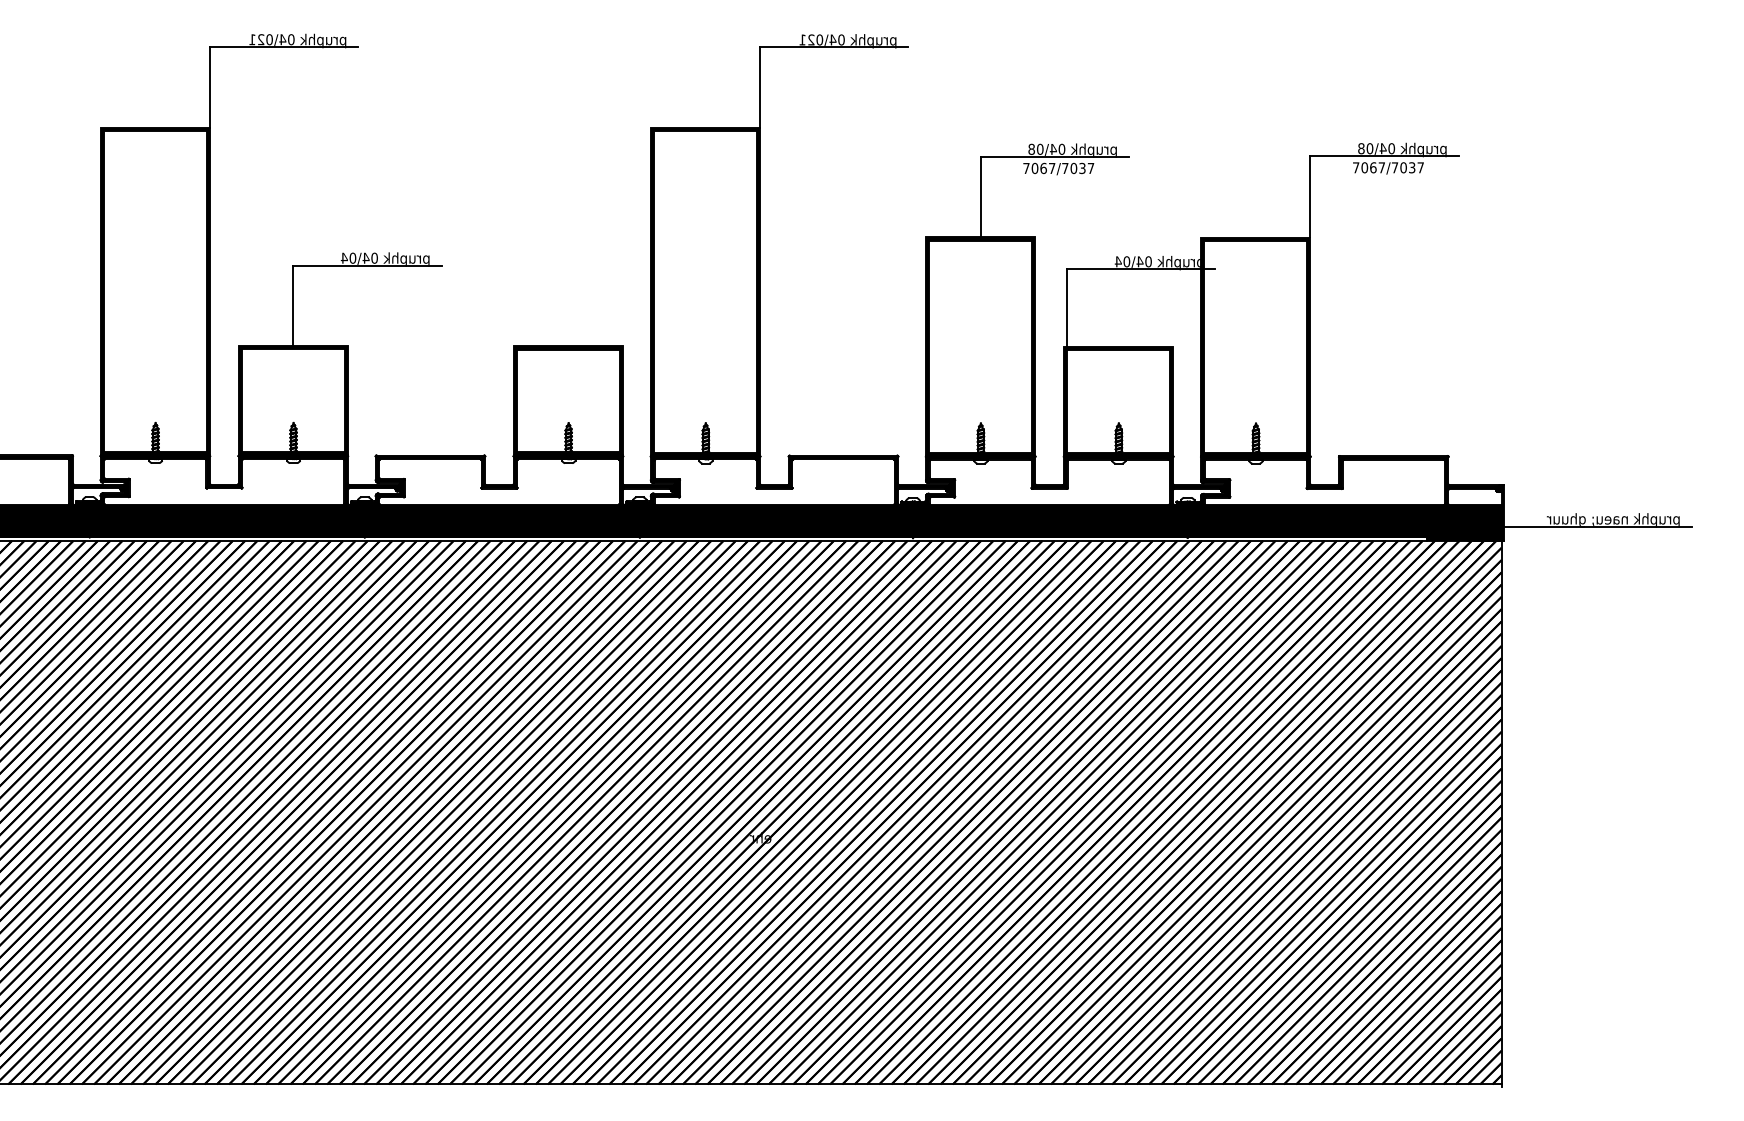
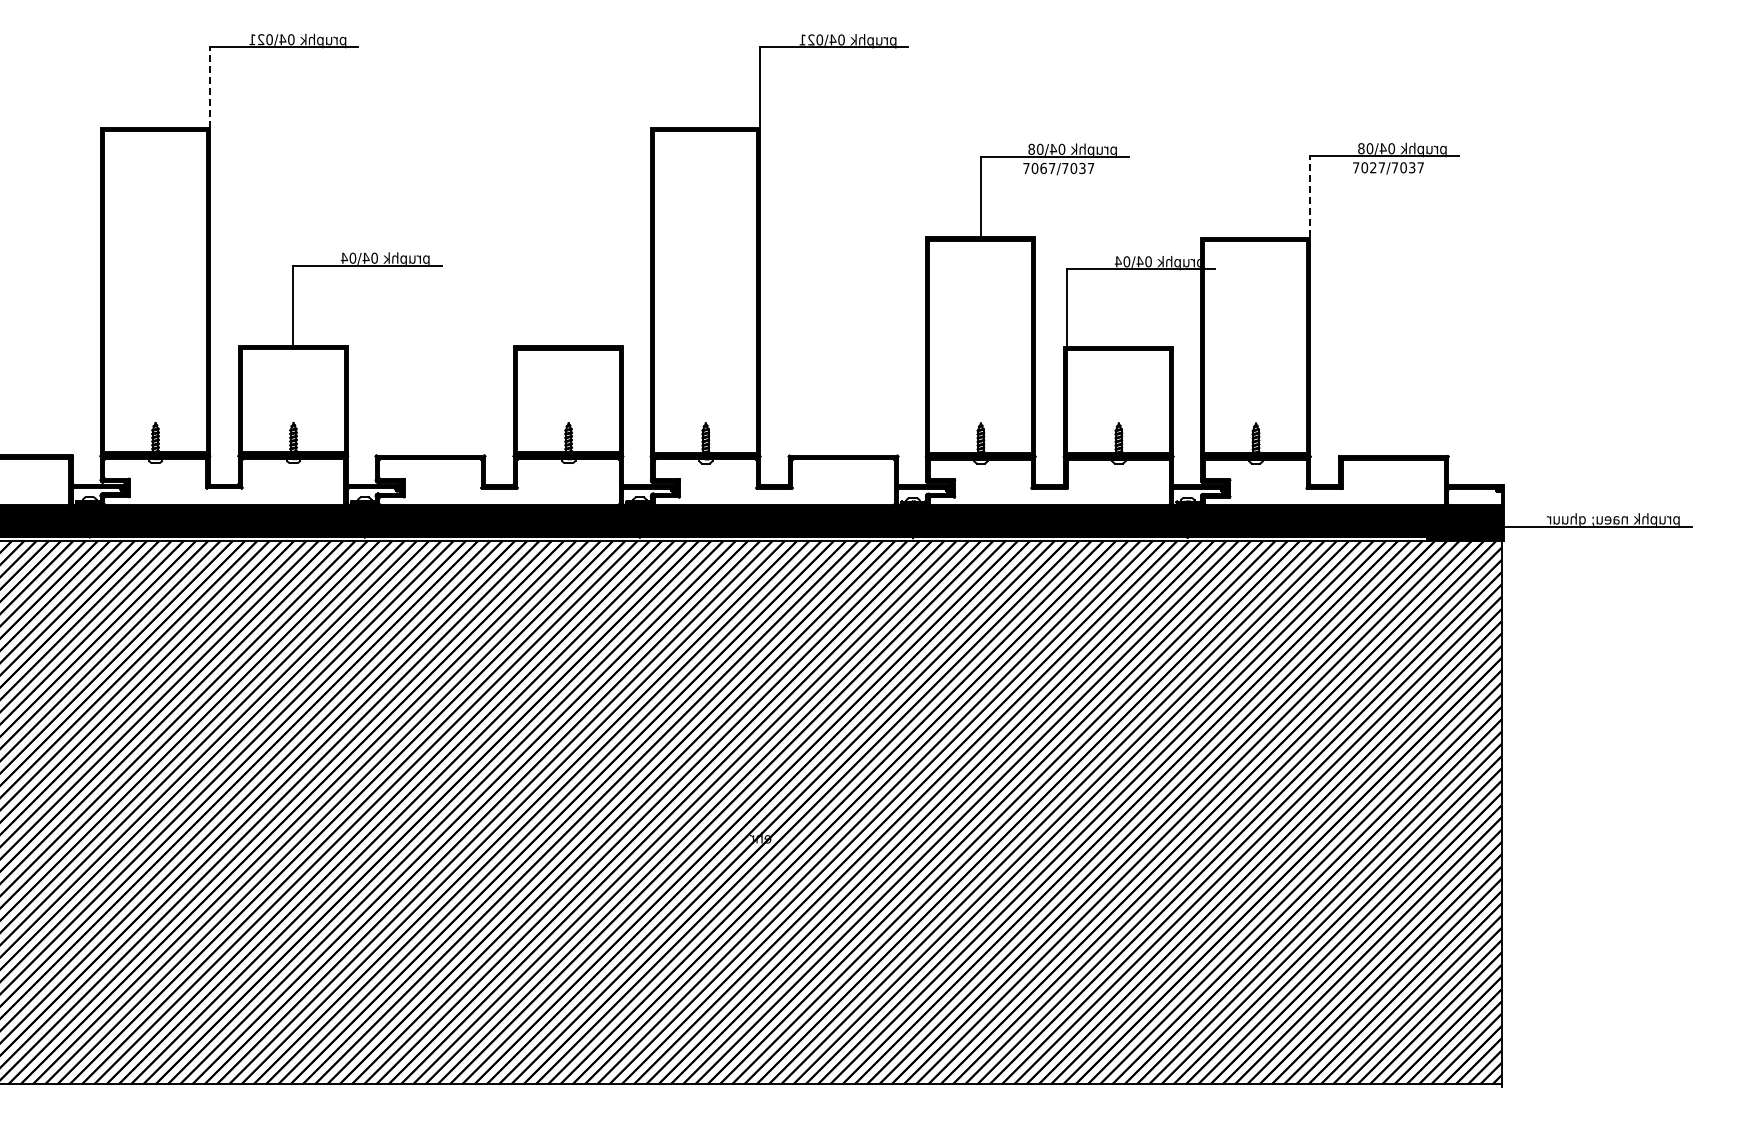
line at (210, 87): solid -> dashed
text at (1373, 167): 7067/7037 -> 7027/7037
line at (1310, 196): solid -> dashed
